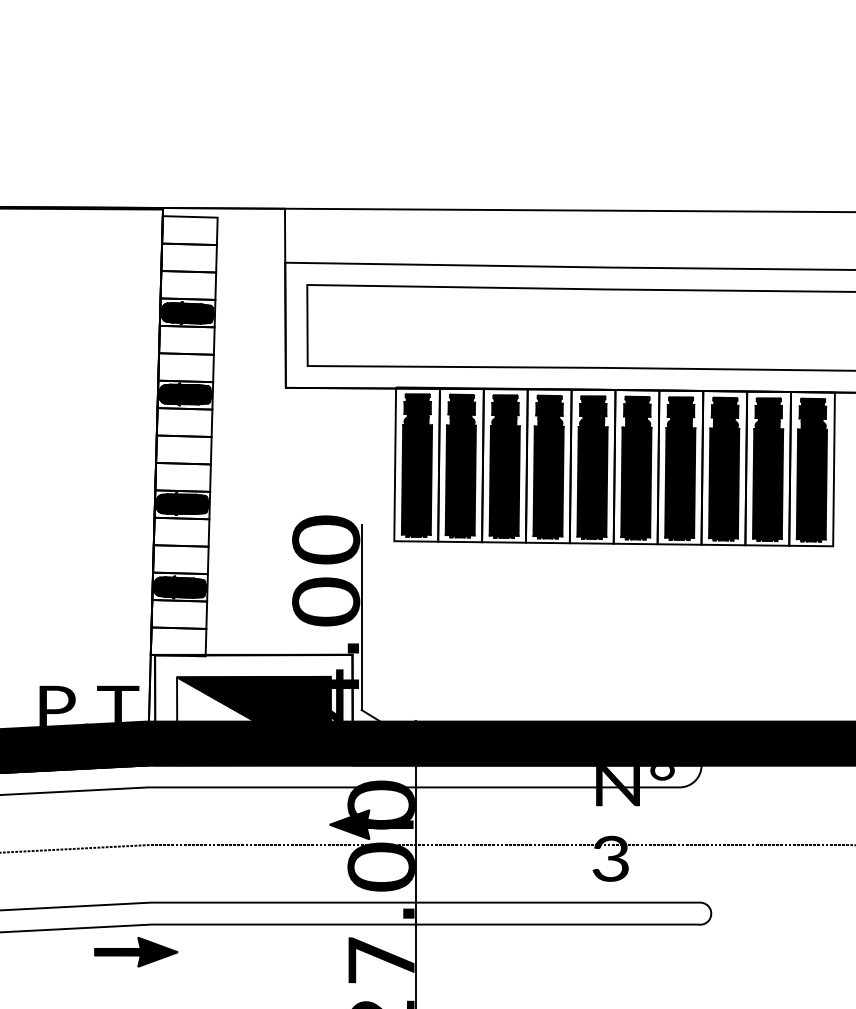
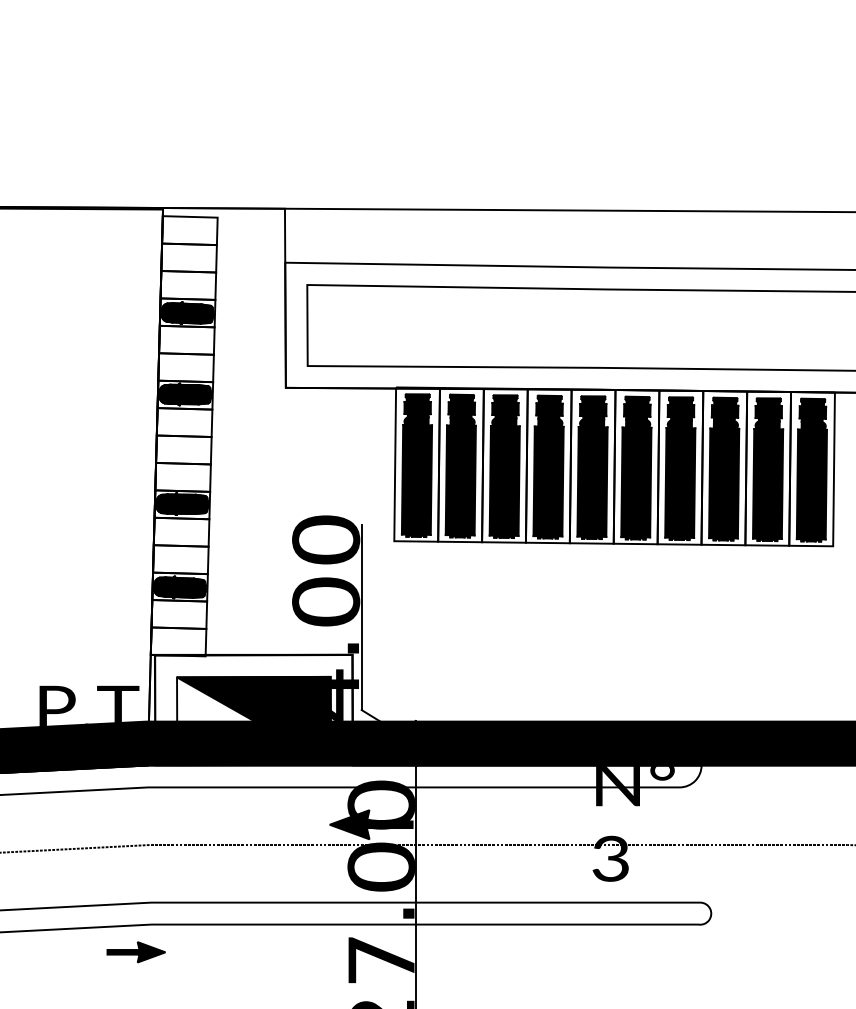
part at (136, 952) size: 85x31 px -> 60x23 px
